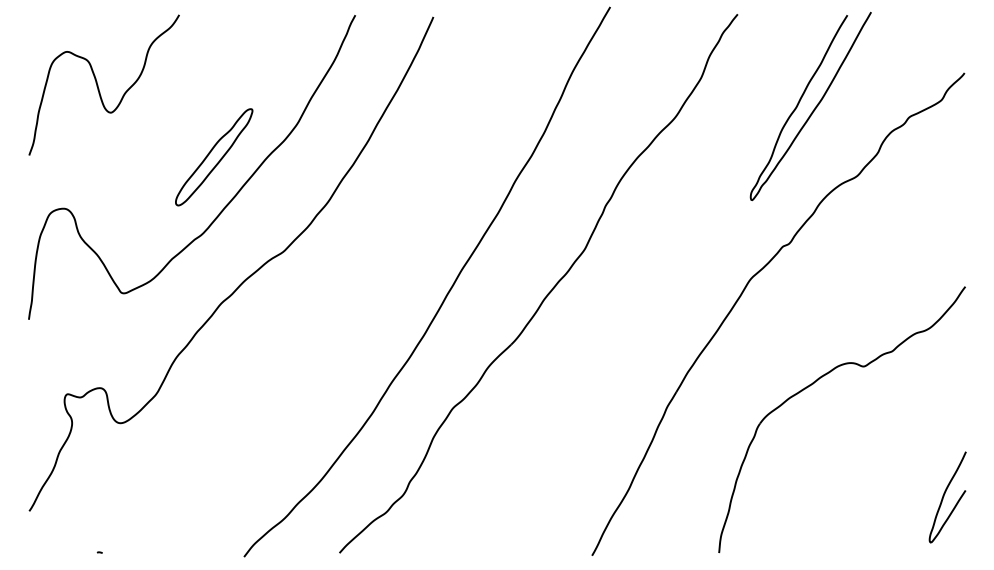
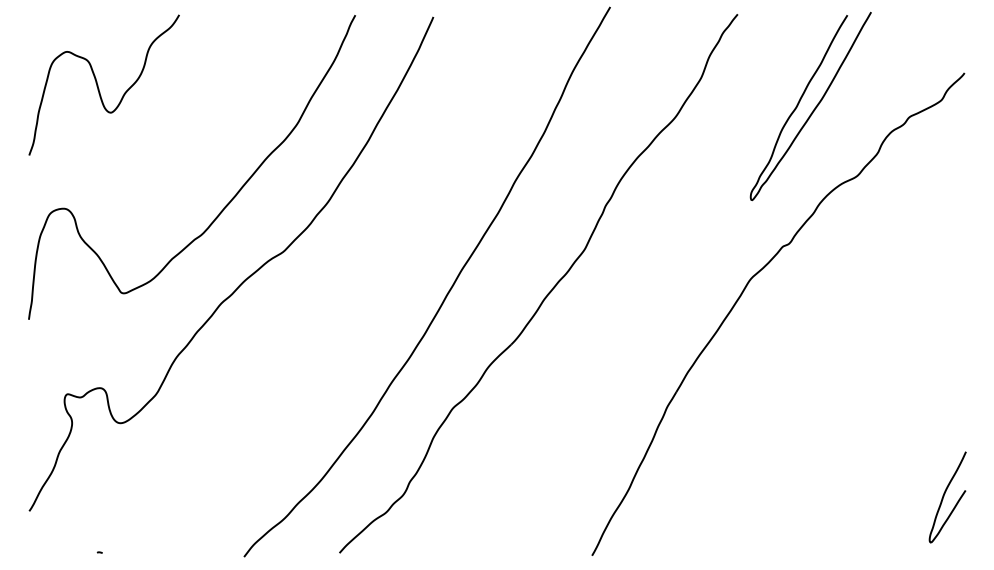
part at (214, 157): present -> none
part at (813, 384): present -> none
